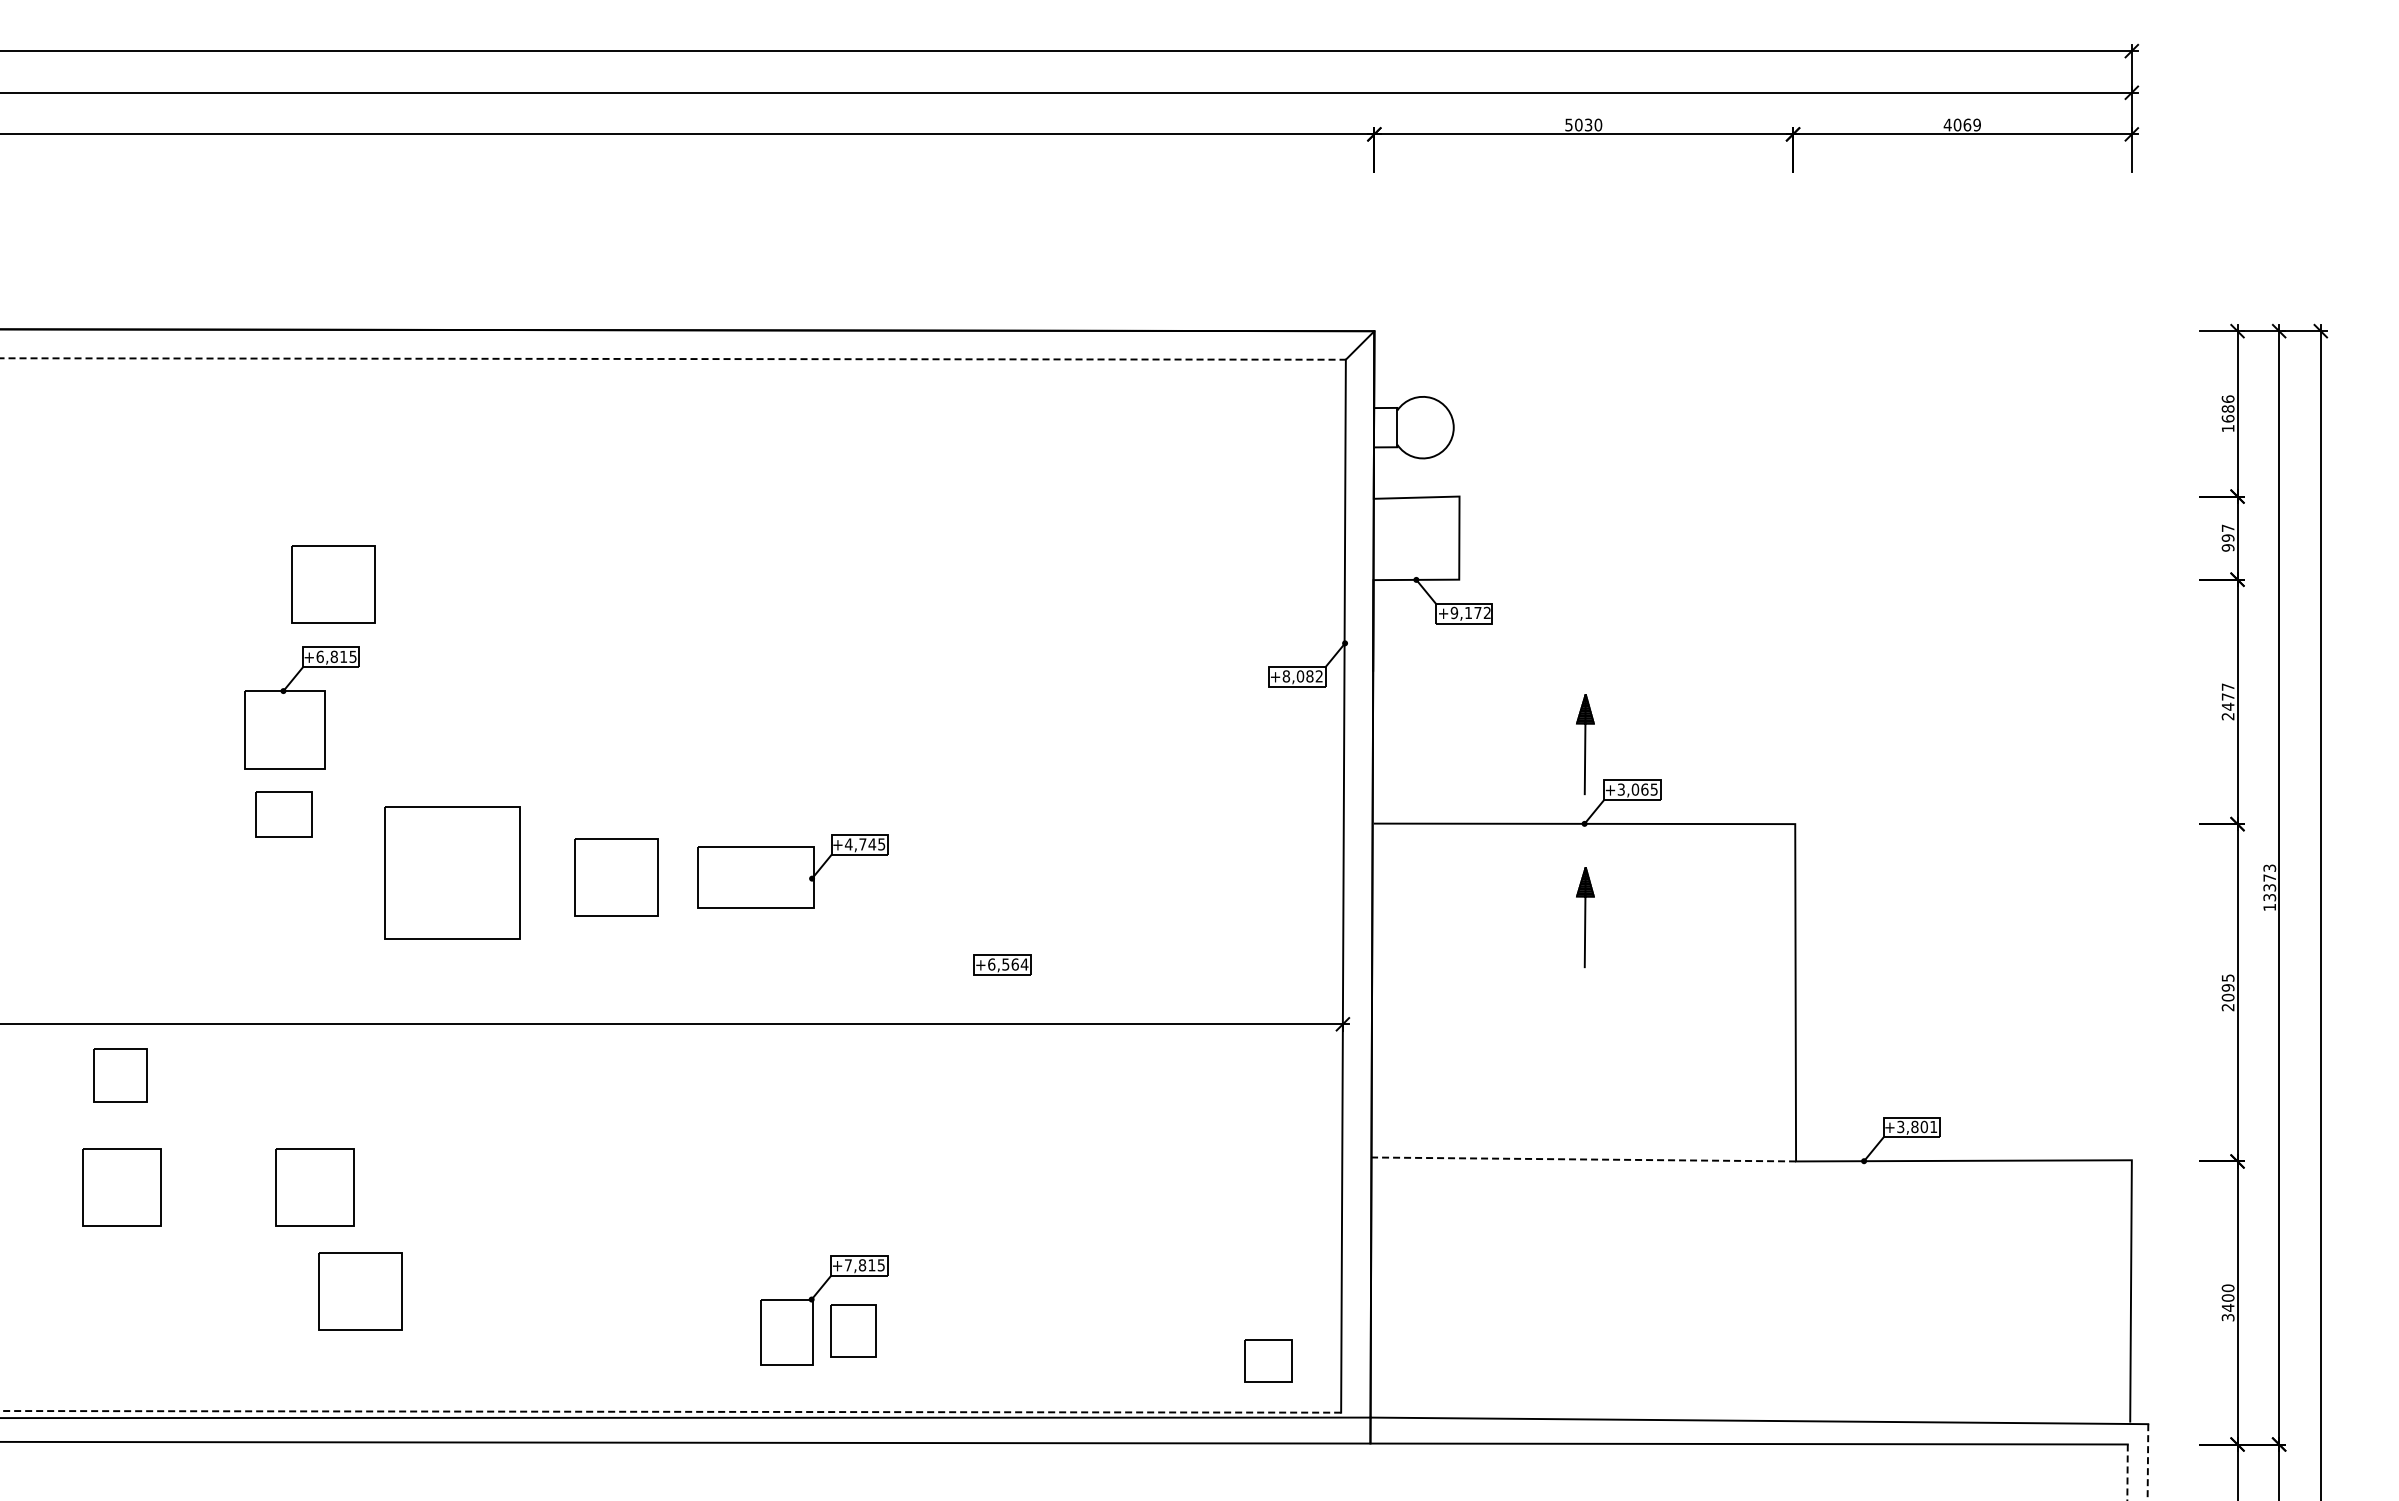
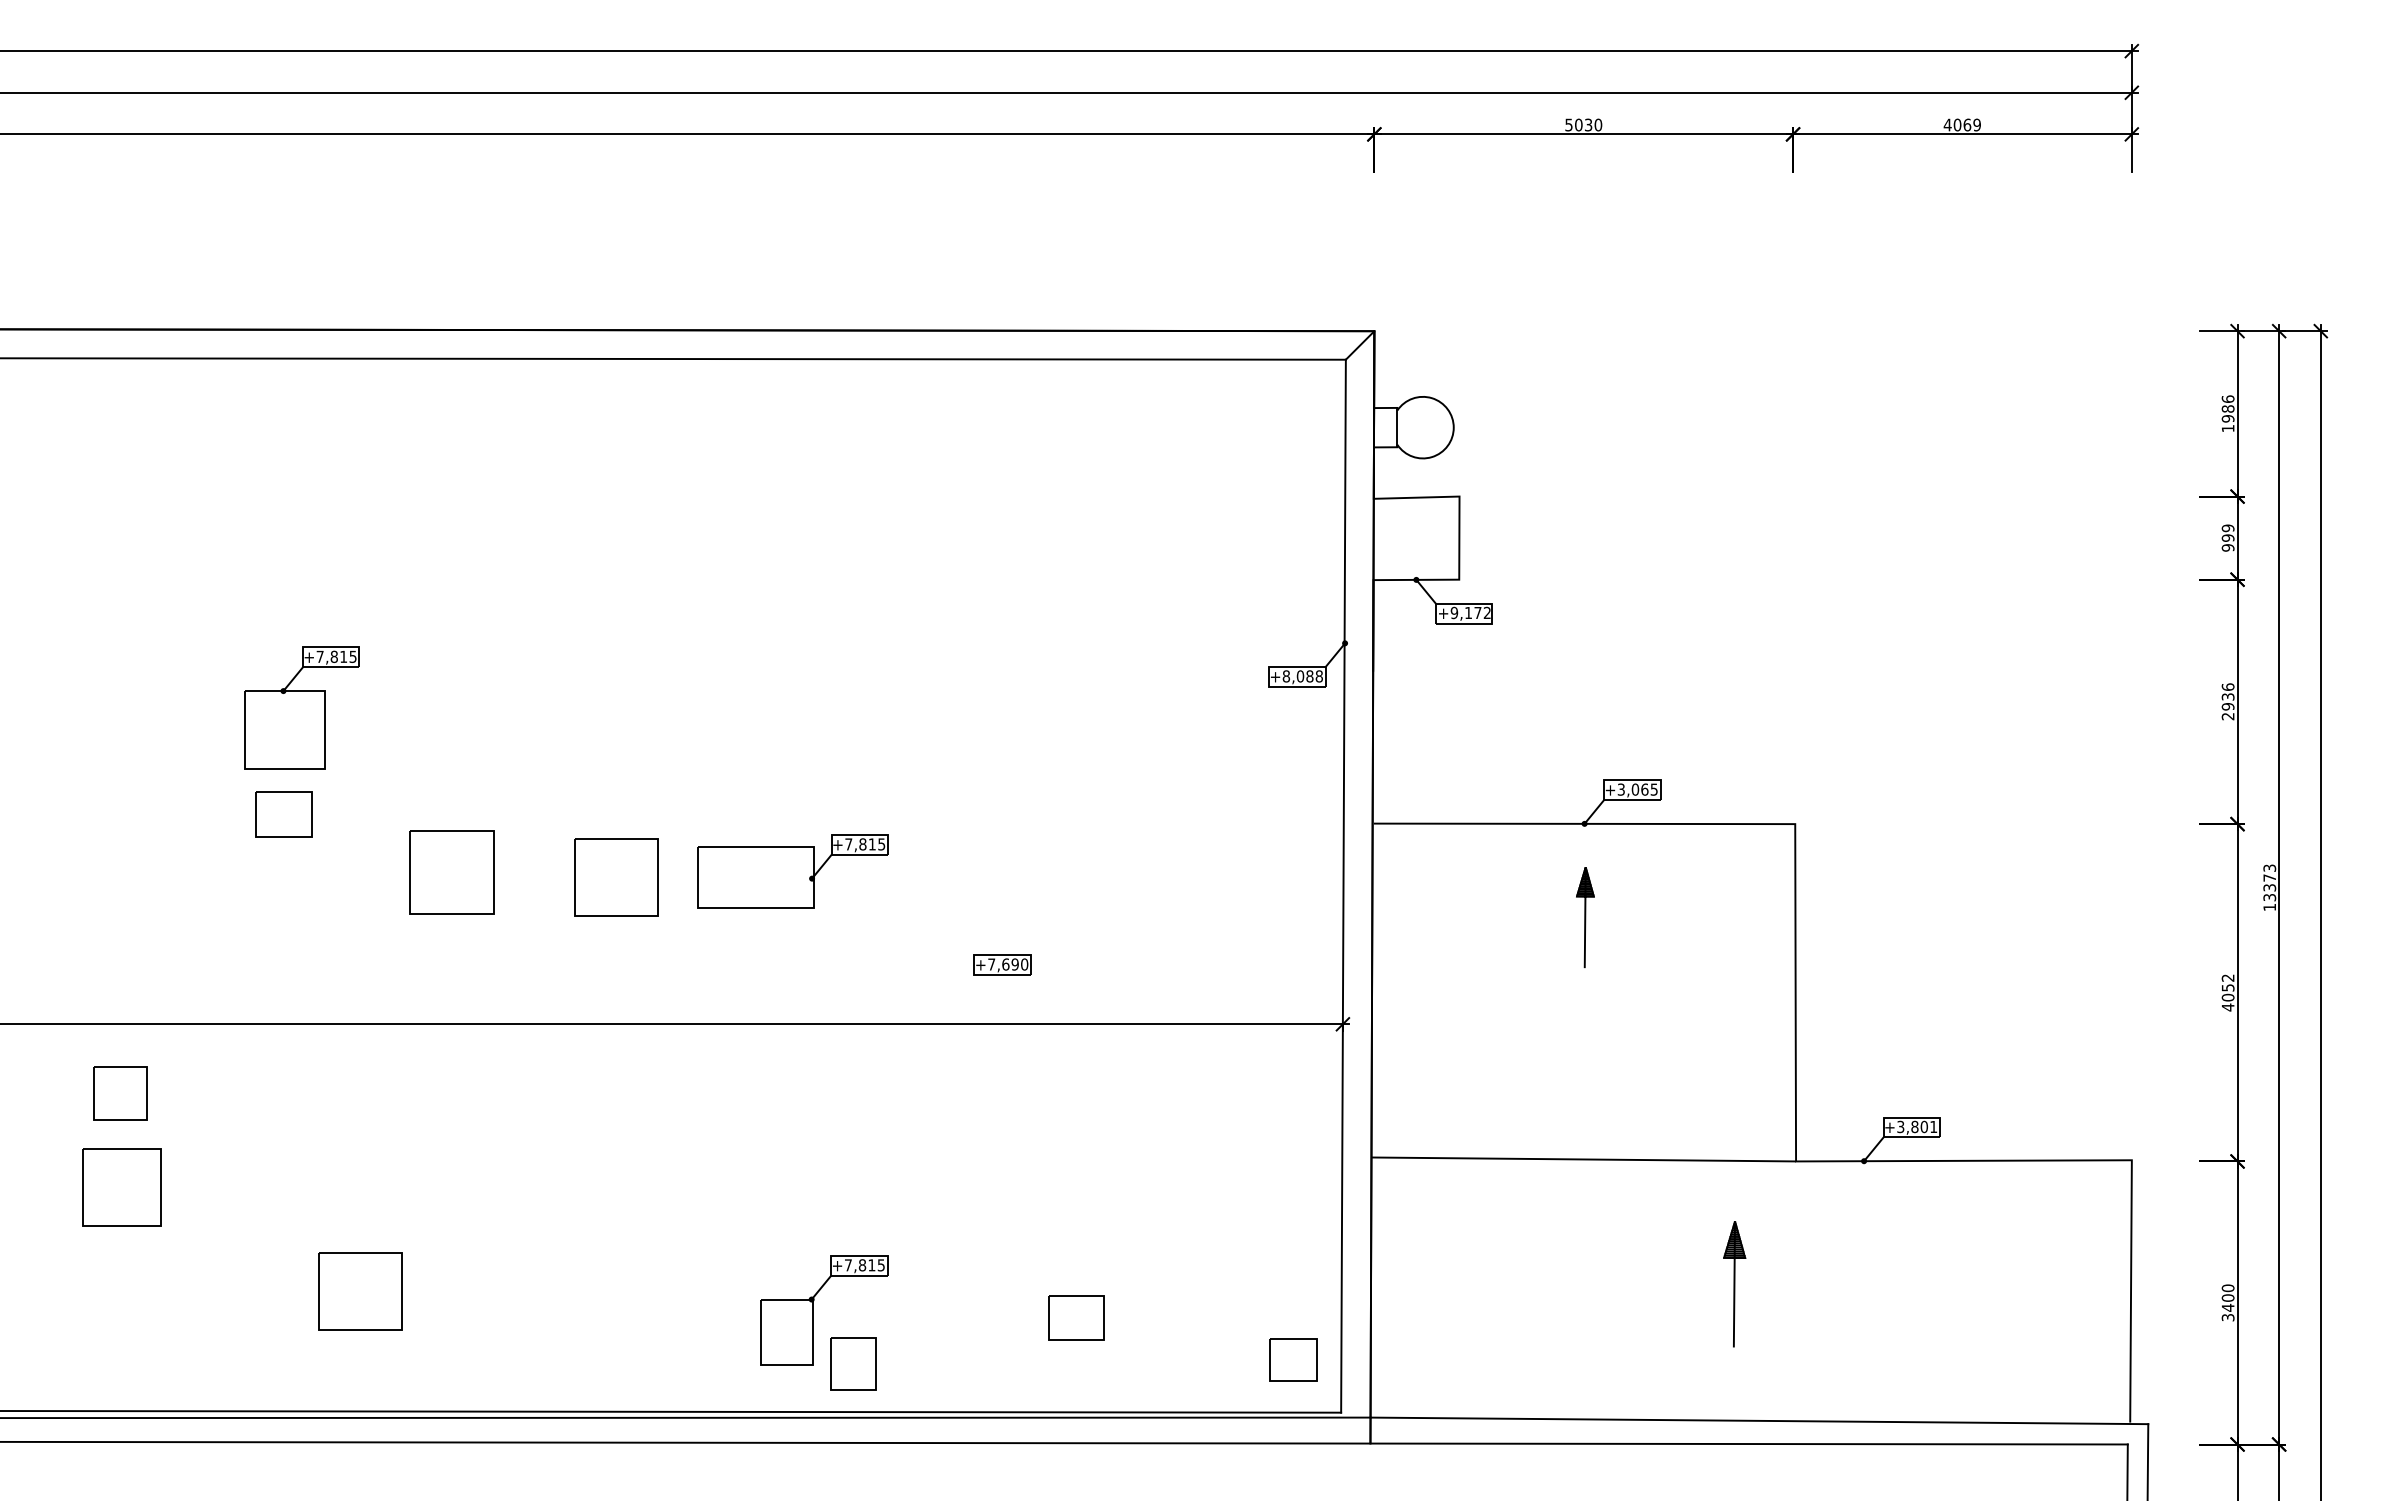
line at (672, 359): dashed -> solid
text at (2227, 418): 1686 -> 1986
text at (2227, 528): 997 -> 999
part at (333, 584): present -> none
text at (319, 656): +6,815 -> +7,815
text at (1318, 676): +8,082 -> +8,088
text at (2227, 696): 2477 -> 2936
part at (1585, 744): present -> none
text at (860, 844): +4,745 -> +7,815
part at (452, 872) size: 137x134 px -> 86x85 px
text at (1008, 964): +6,564 -> +7,690
text at (2227, 992): 2095 -> 4052
part at (120, 1075) position: (120, 1075) -> (120, 1093)
line at (1583, 1159): dashed -> solid
part at (314, 1187): present -> none
part at (1734, 1284): none -> present
part at (1076, 1317): none -> present
part at (853, 1330) position: (853, 1330) -> (853, 1363)
part at (1268, 1360) position: (1268, 1360) -> (1293, 1359)
line at (670, 1411): dashed -> solid
line at (2147, 1462): dashed -> solid
line at (2127, 1472): dashed -> solid
